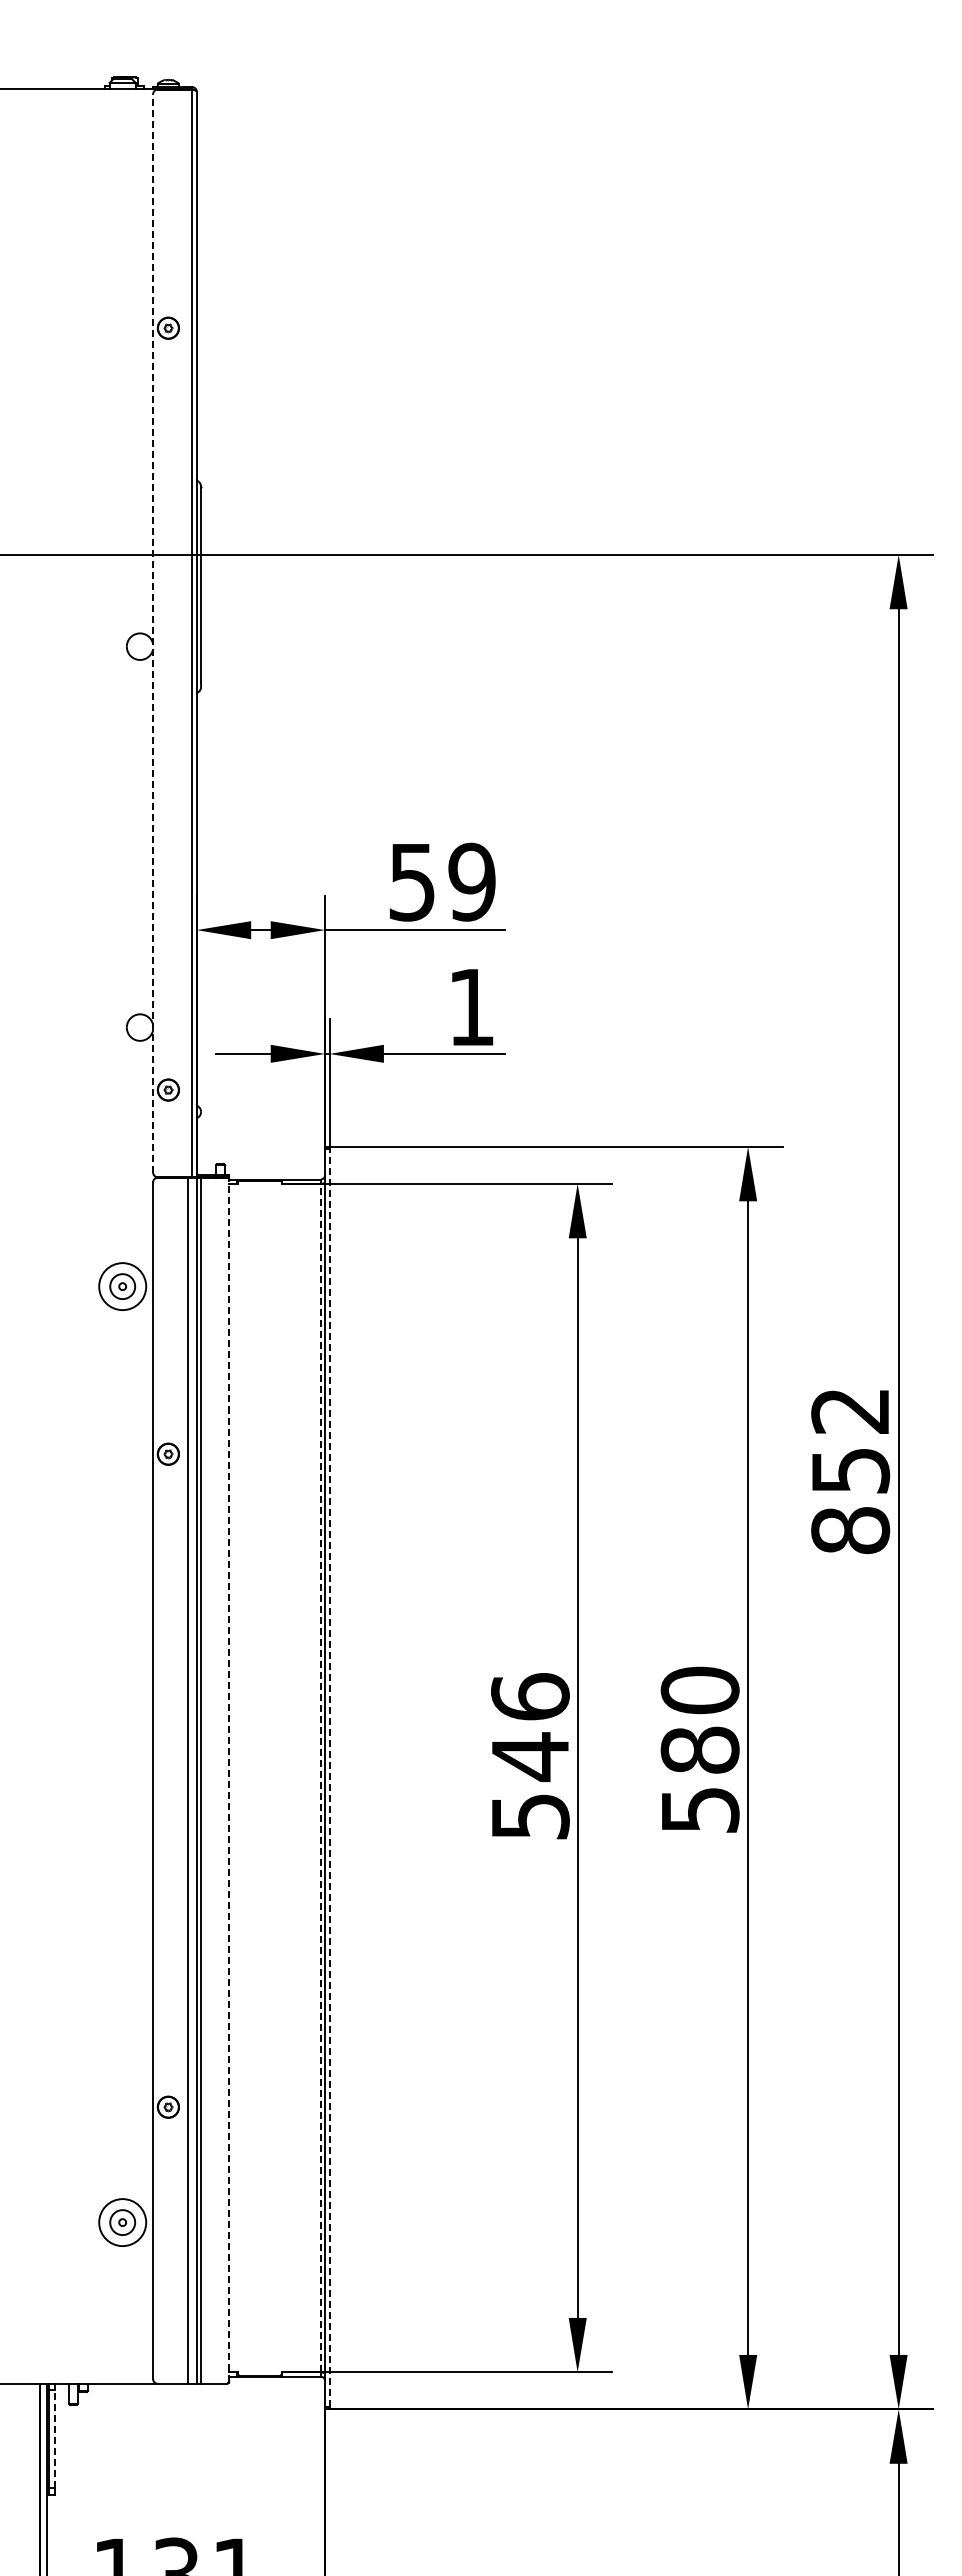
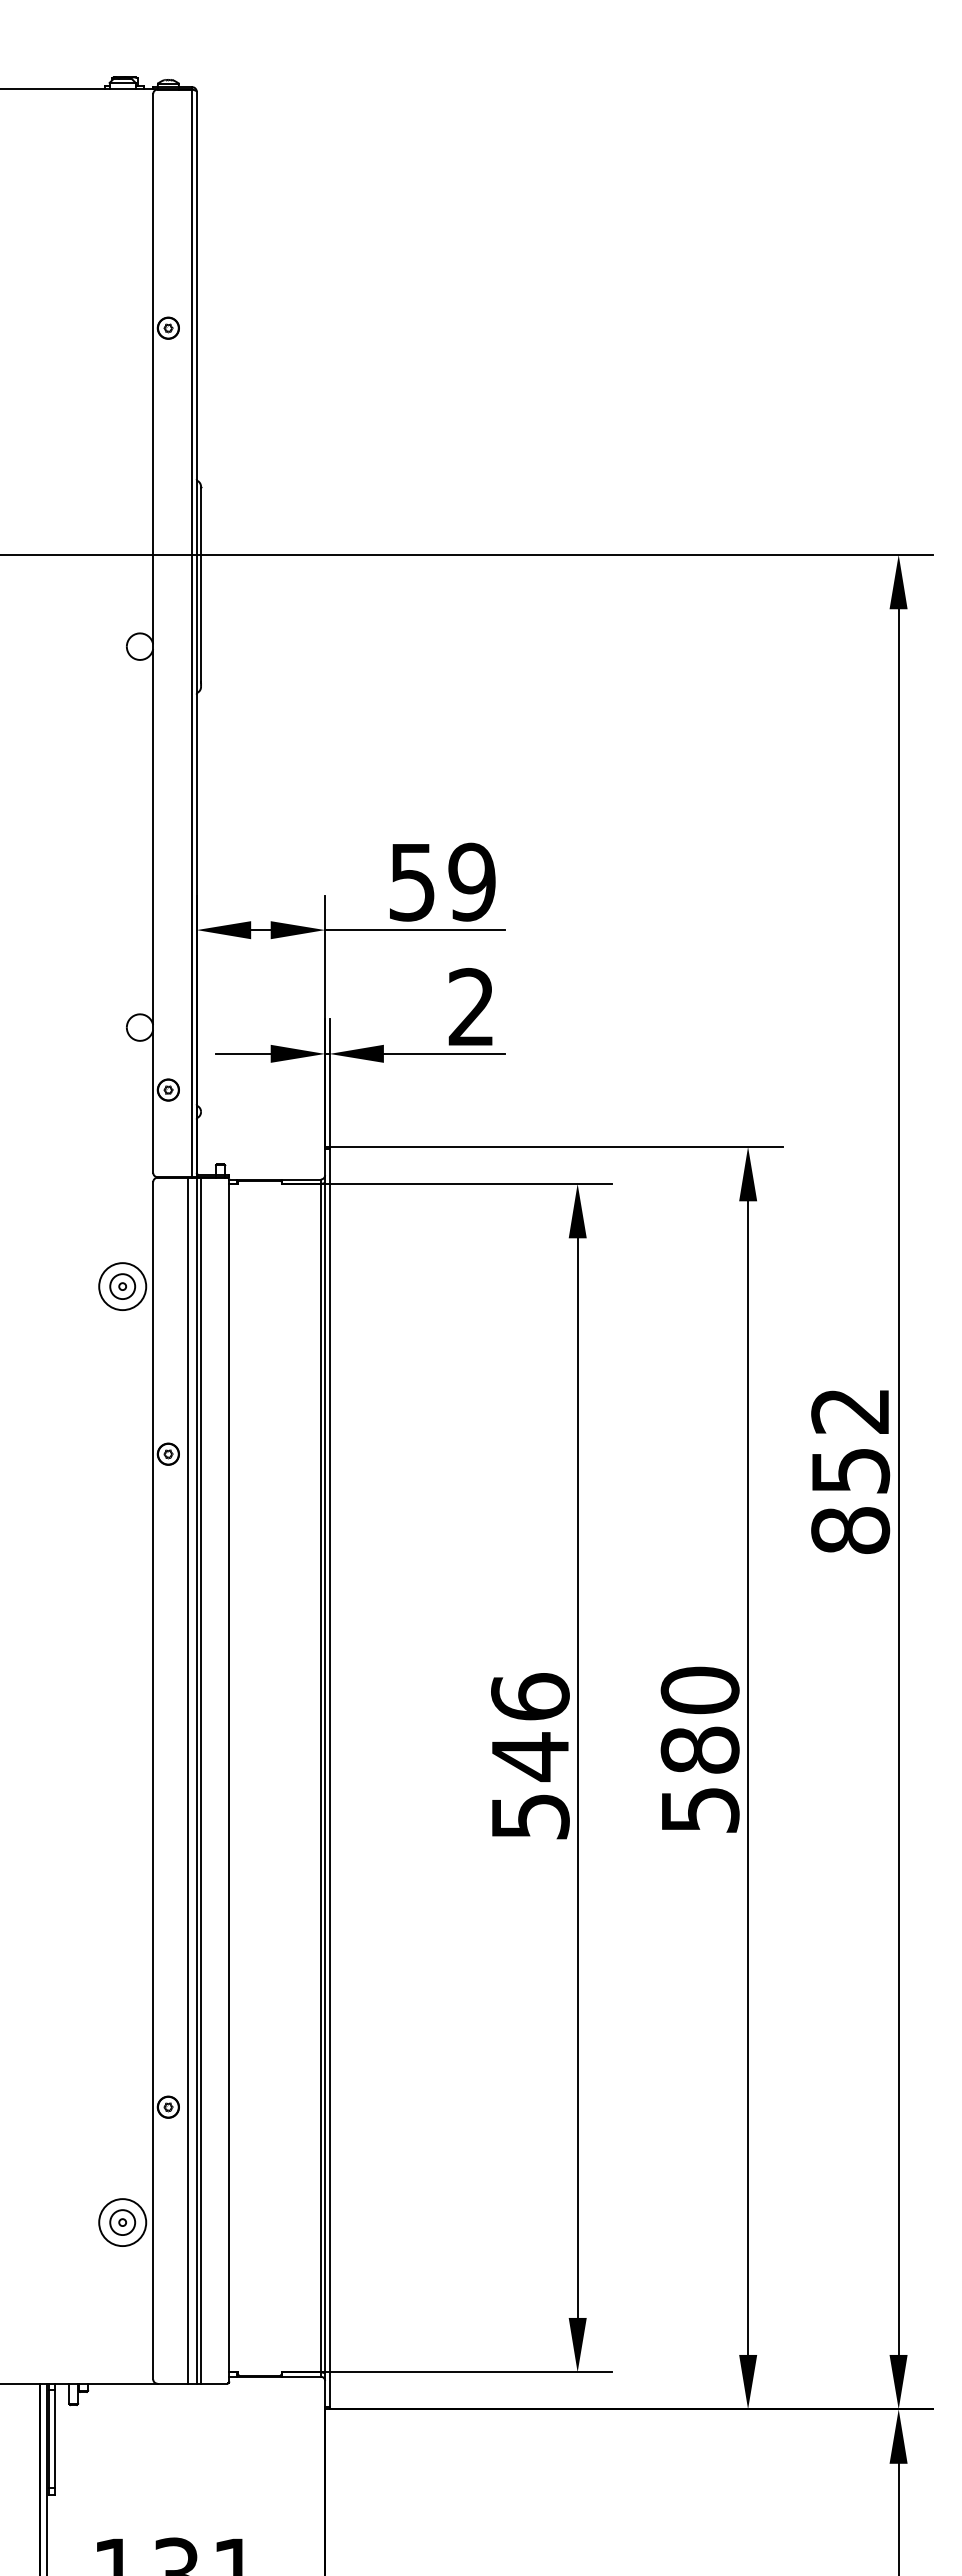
line at (153, 632): dashed -> solid
text at (470, 1006): 1 -> 2
line at (320, 1777): dashed -> solid
line at (329, 1777): dashed -> solid
line at (229, 1780): dashed -> solid
line at (55, 2439): dashed -> solid
